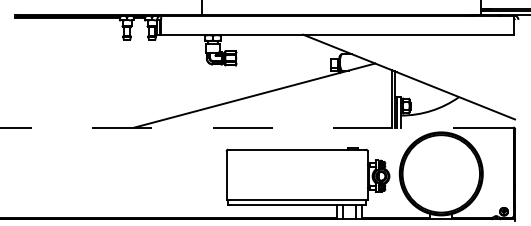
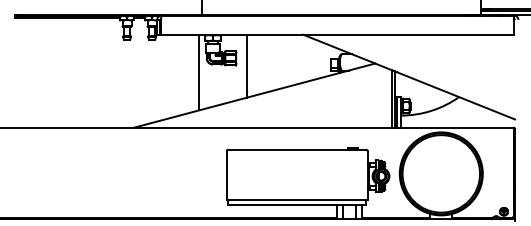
line at (247, 65): none -> present
line at (199, 72): none -> present
line at (256, 127): dashed -> solid
